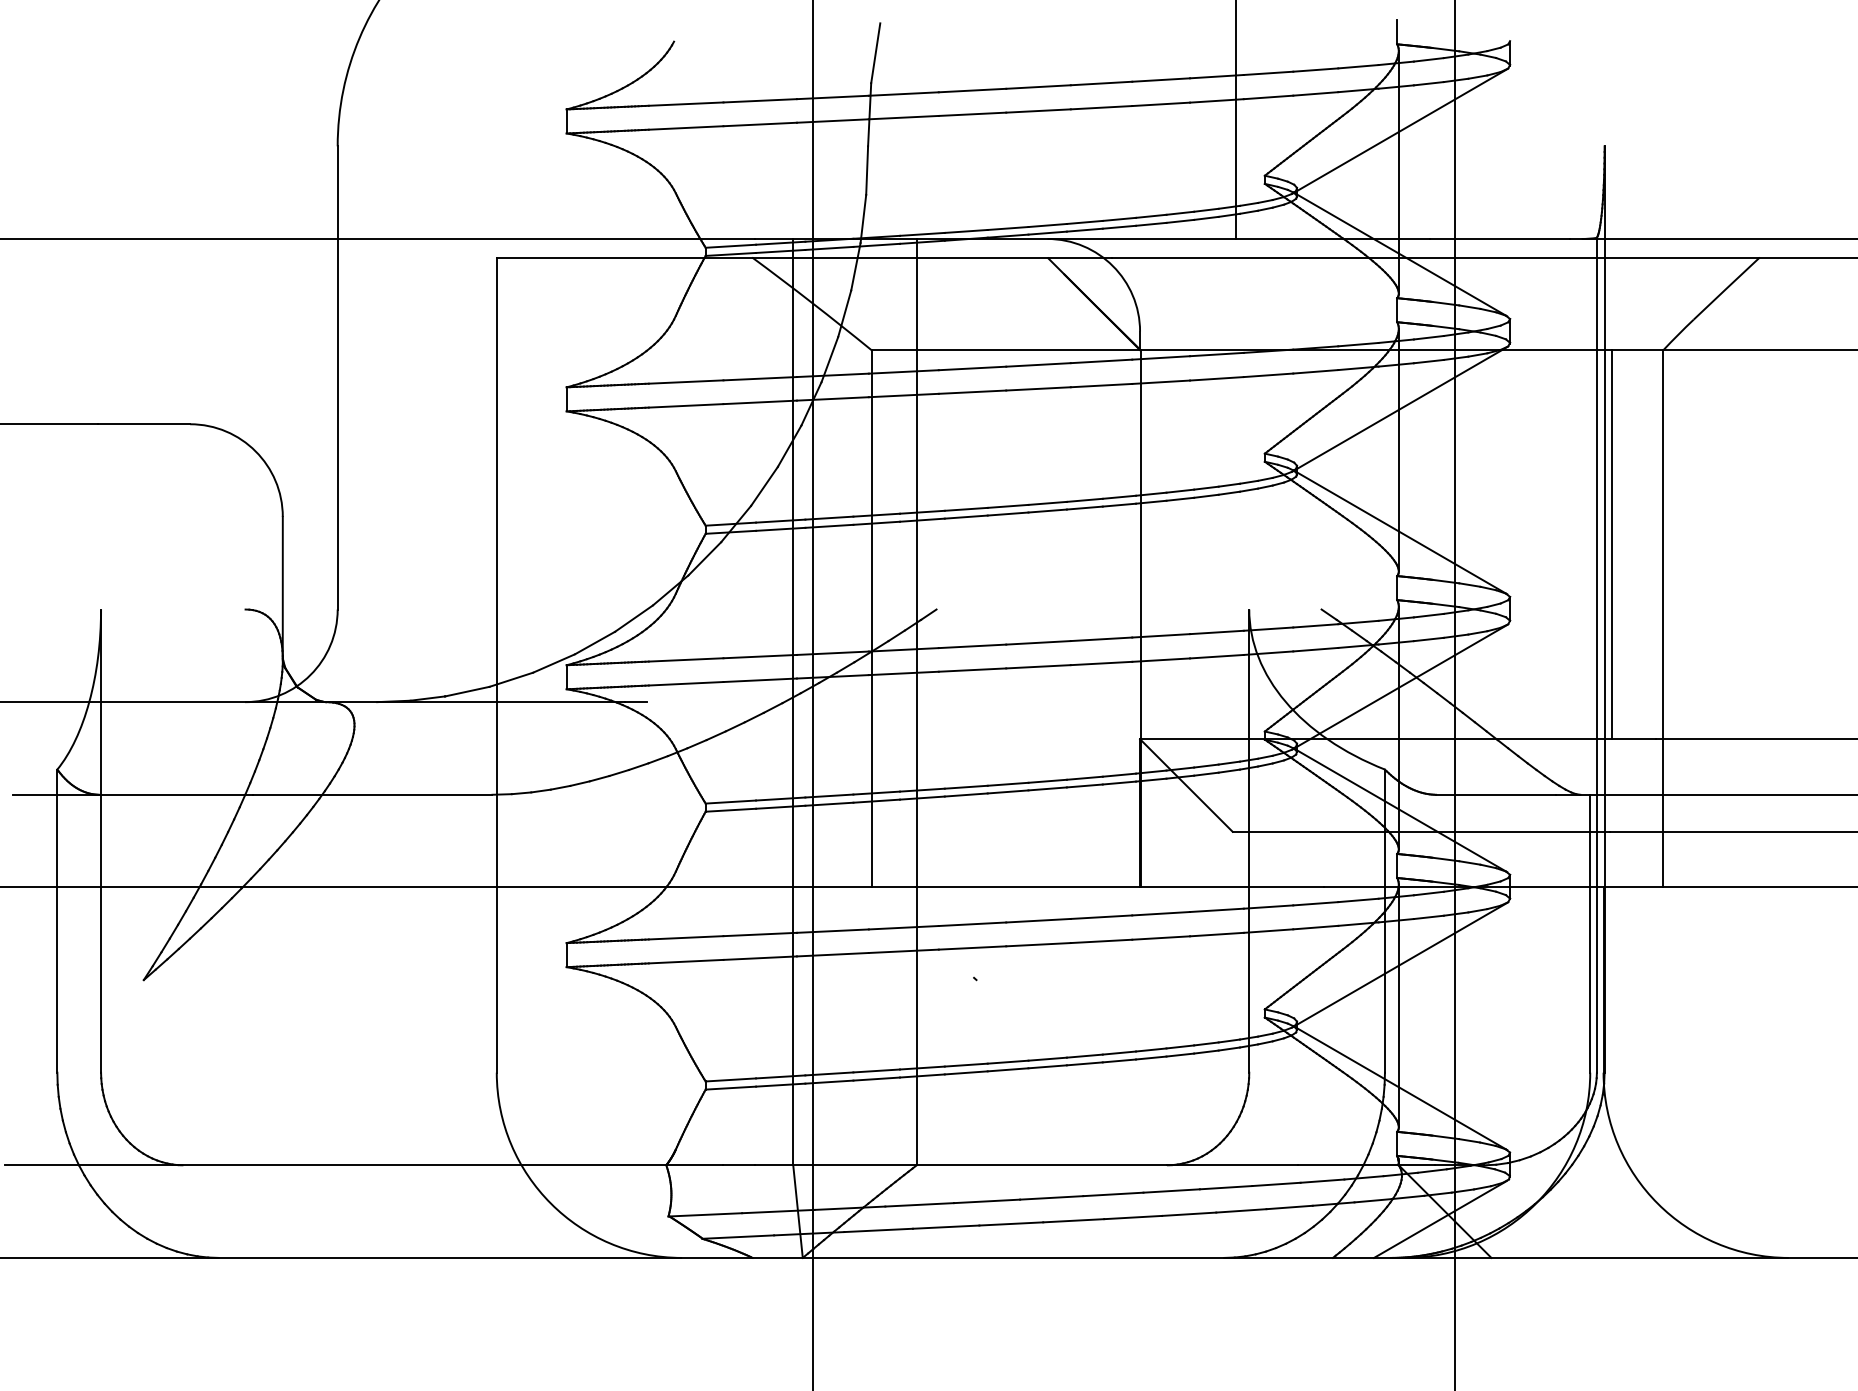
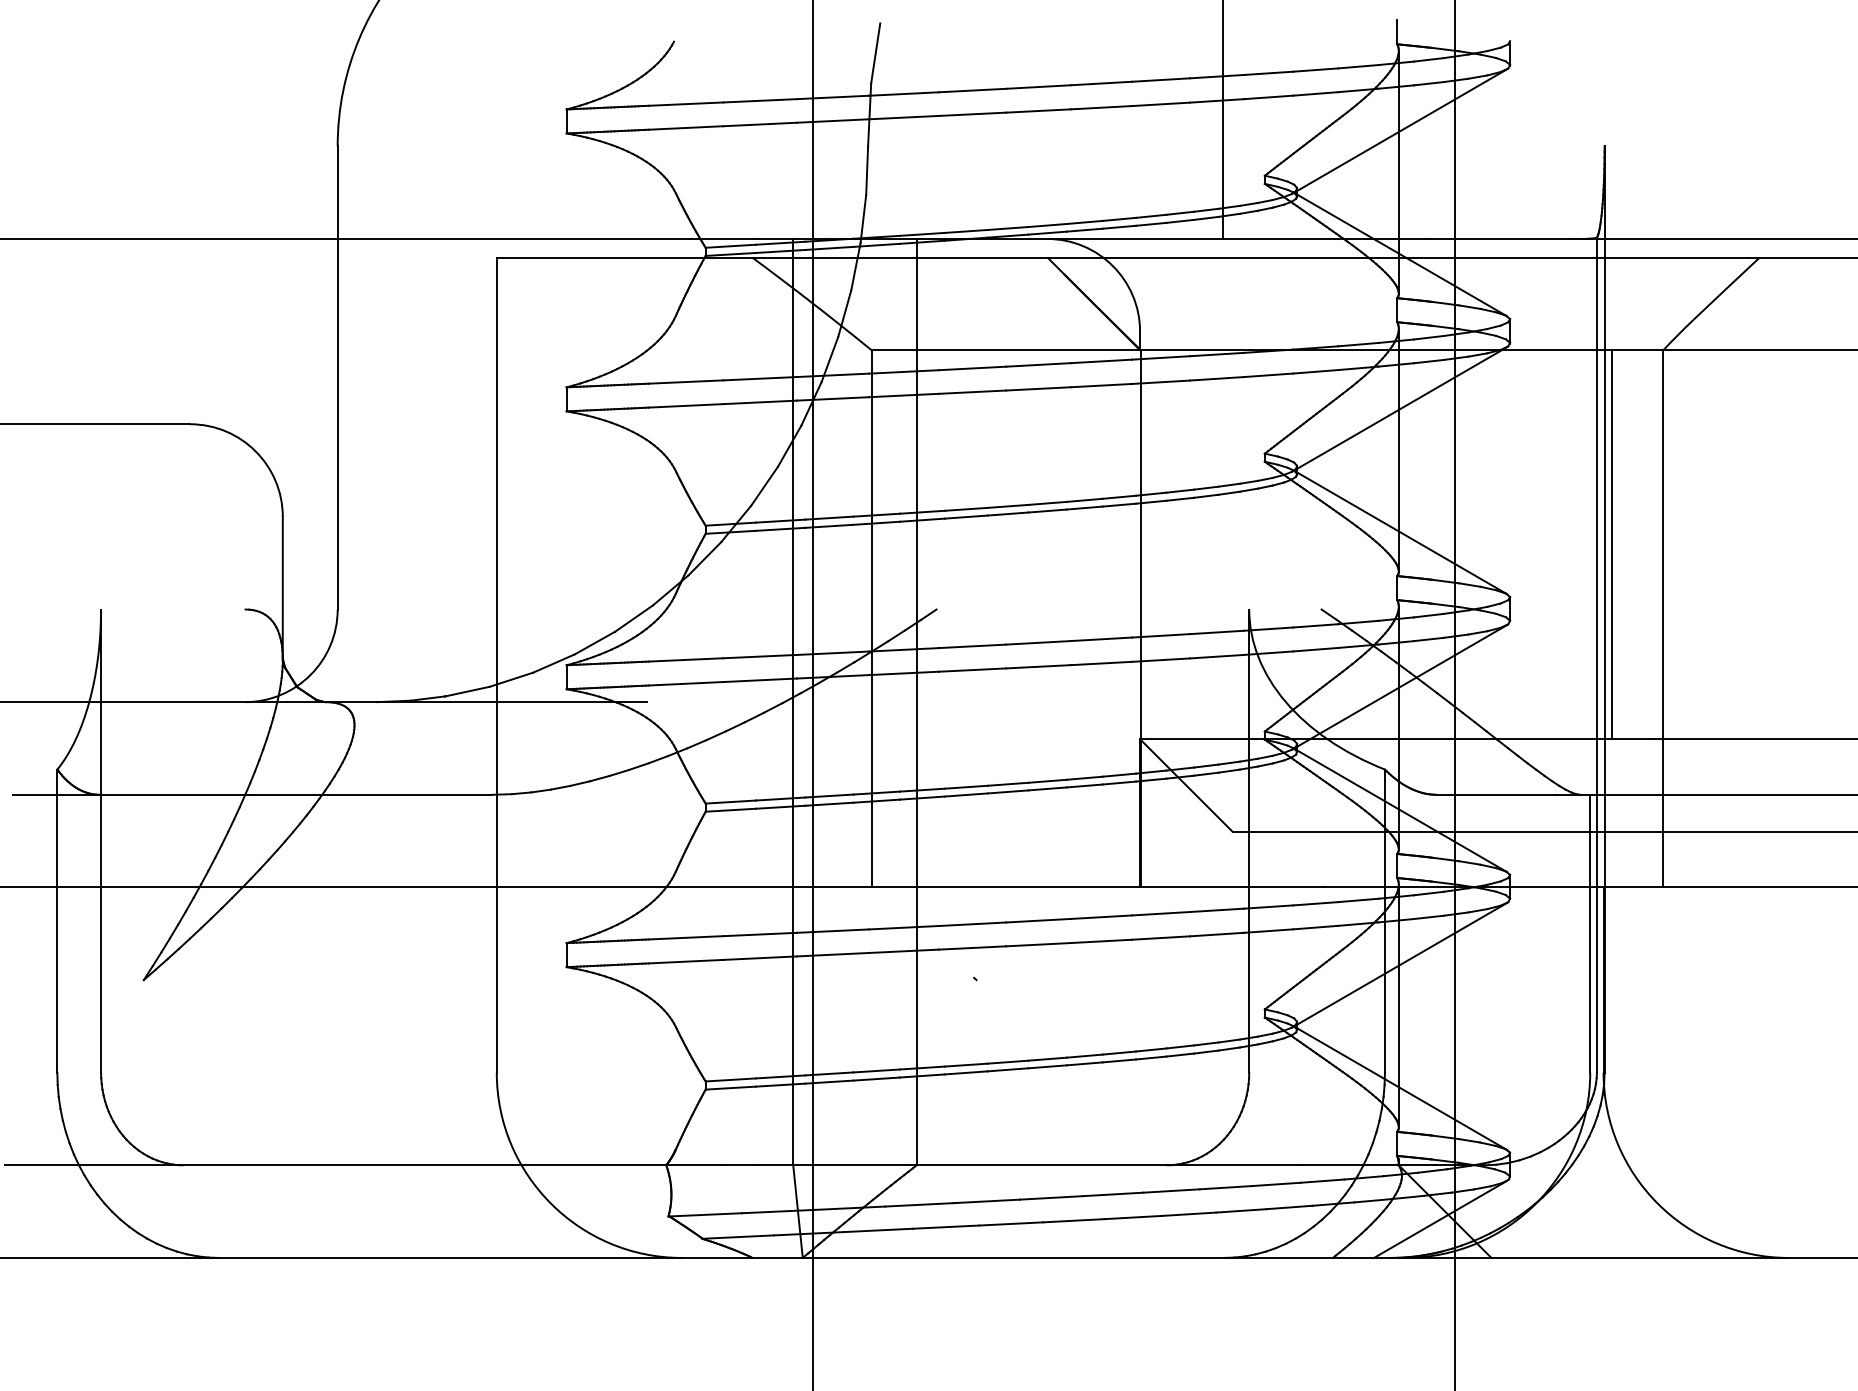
line at (1236, 120) position: (1236, 120) -> (1223, 120)
